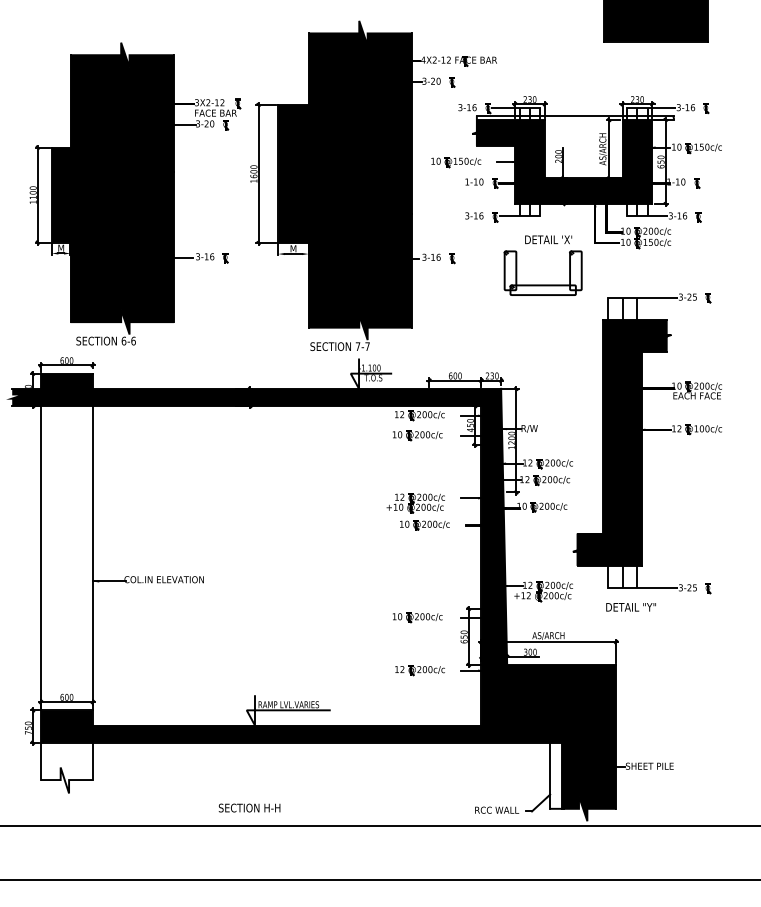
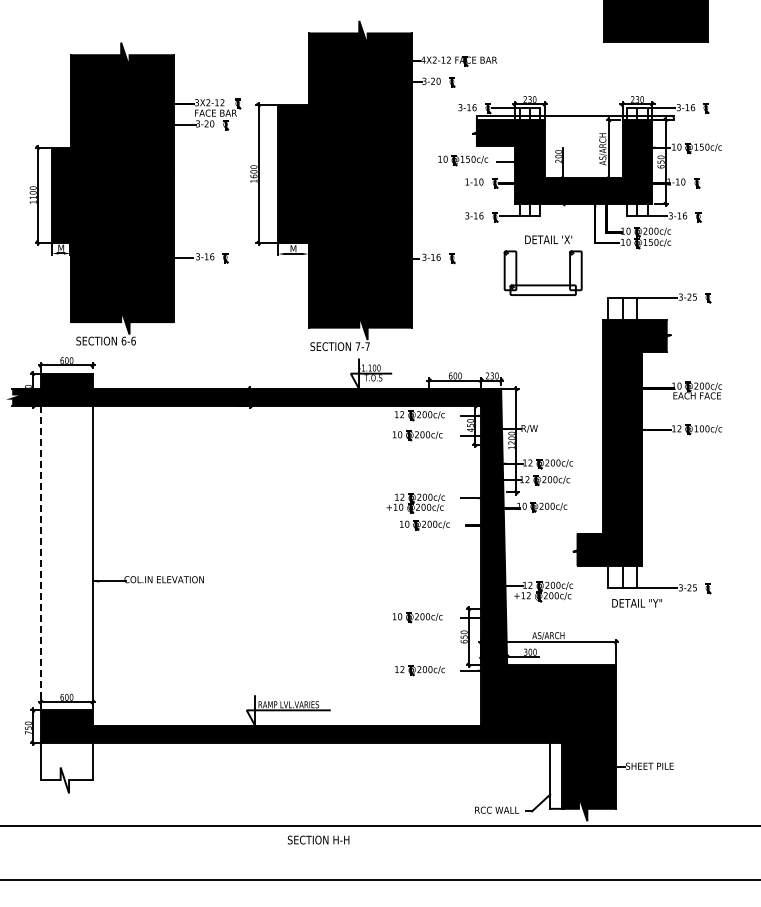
part at (456, 162) position: (456, 162) -> (463, 160)
line at (40, 557): solid -> dashed
text at (630, 607) position: (630, 607) -> (636, 603)
text at (249, 807) position: (249, 807) -> (318, 839)
